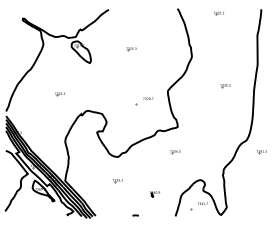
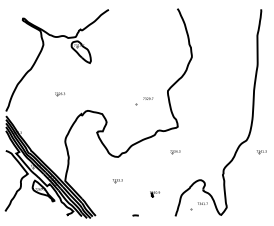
part at (218, 13): present -> none
part at (131, 49): present -> none
part at (225, 86): present -> none
